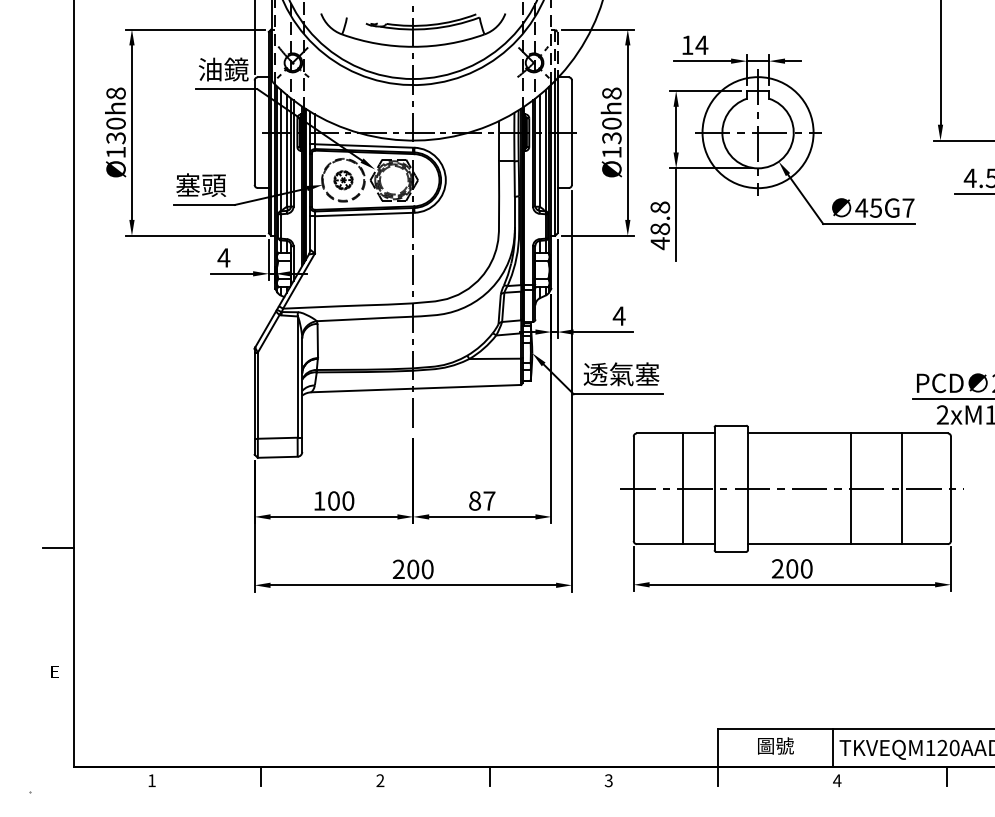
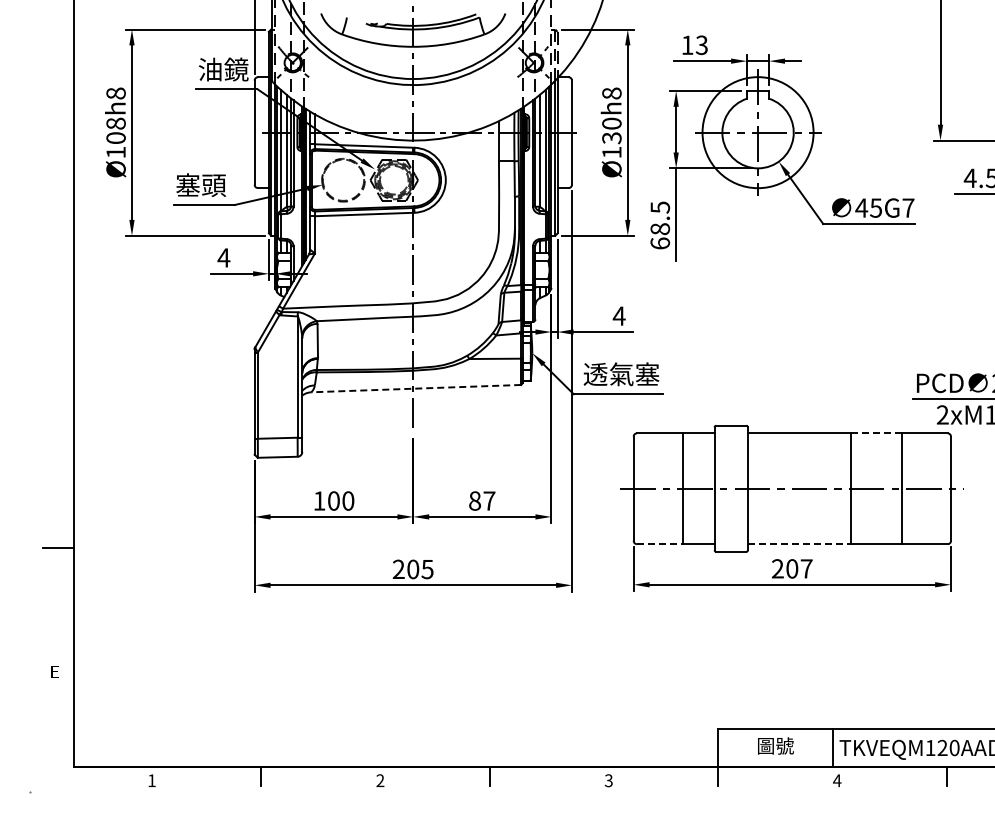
text at (701, 45): 14 -> 13
text at (115, 130): Ø130h8 -> Ø108h8
part at (343, 180): present -> none
text at (660, 225): 48.8 -> 68.5
line at (416, 388): solid -> dashed
line at (876, 433): solid -> dashed
line at (660, 544): solid -> dashed
line at (799, 544): solid -> dashed
text at (806, 568): 200 -> 207
text at (427, 569): 200 -> 205
